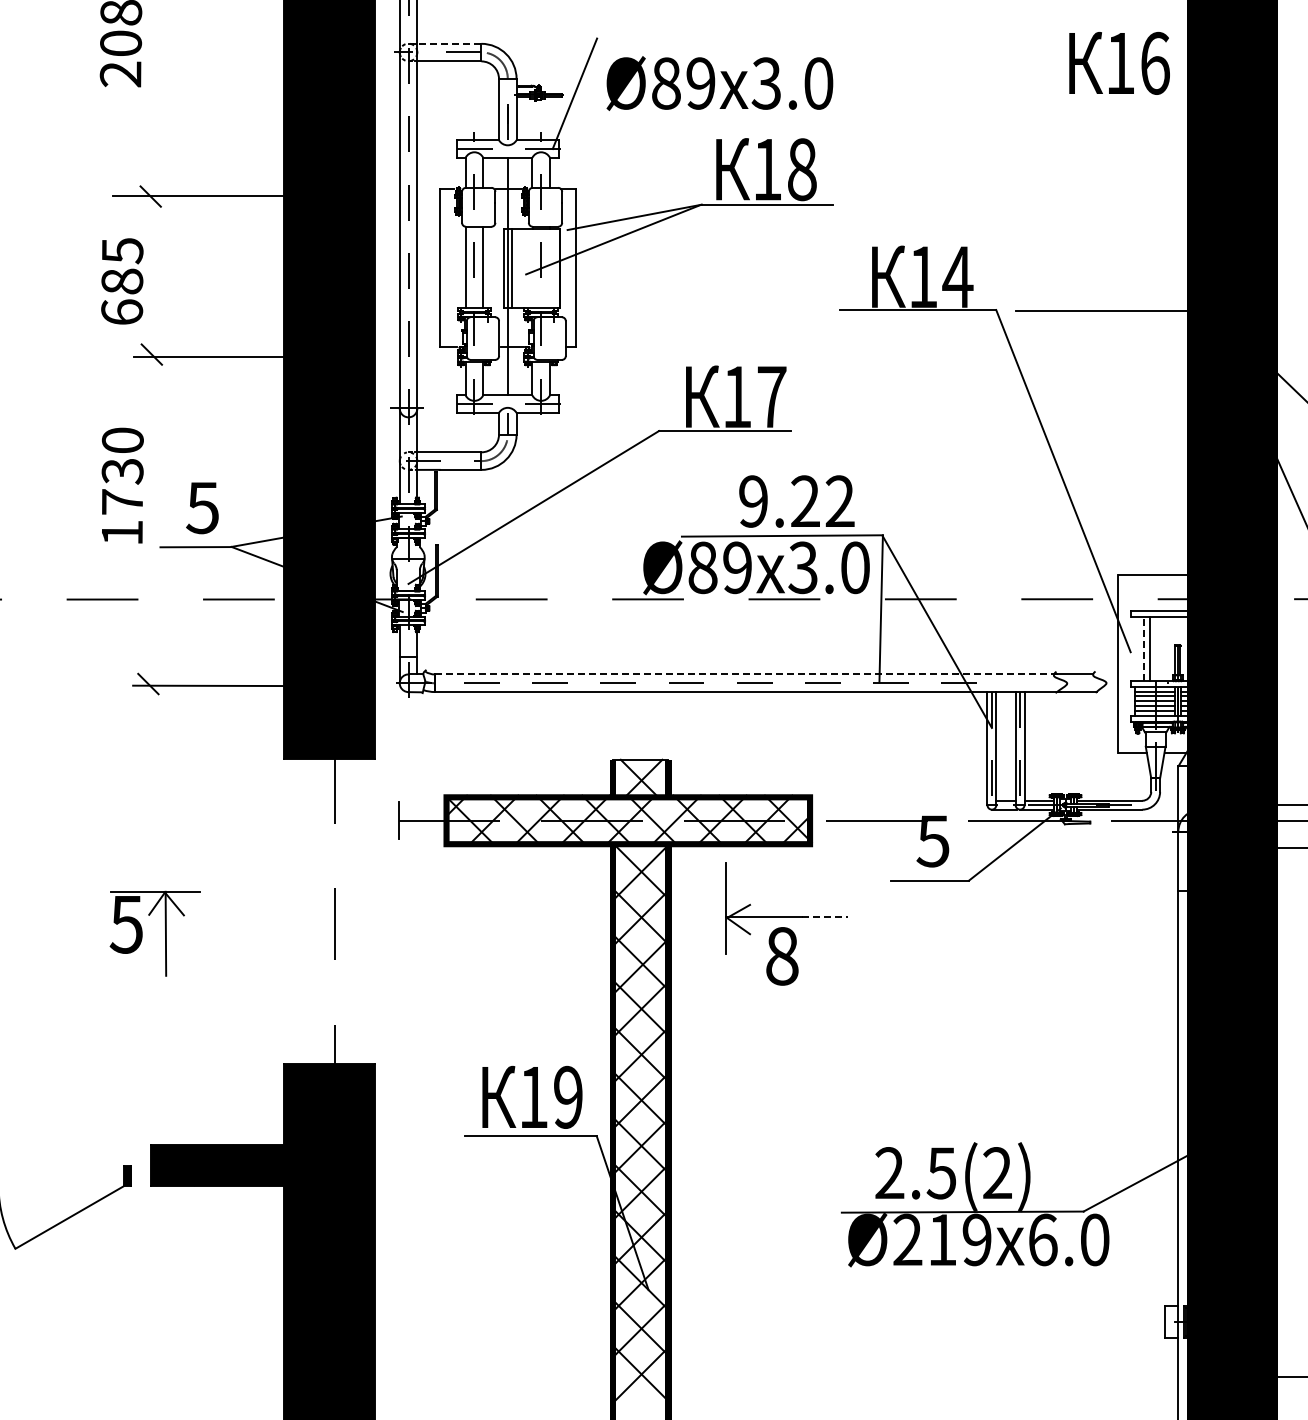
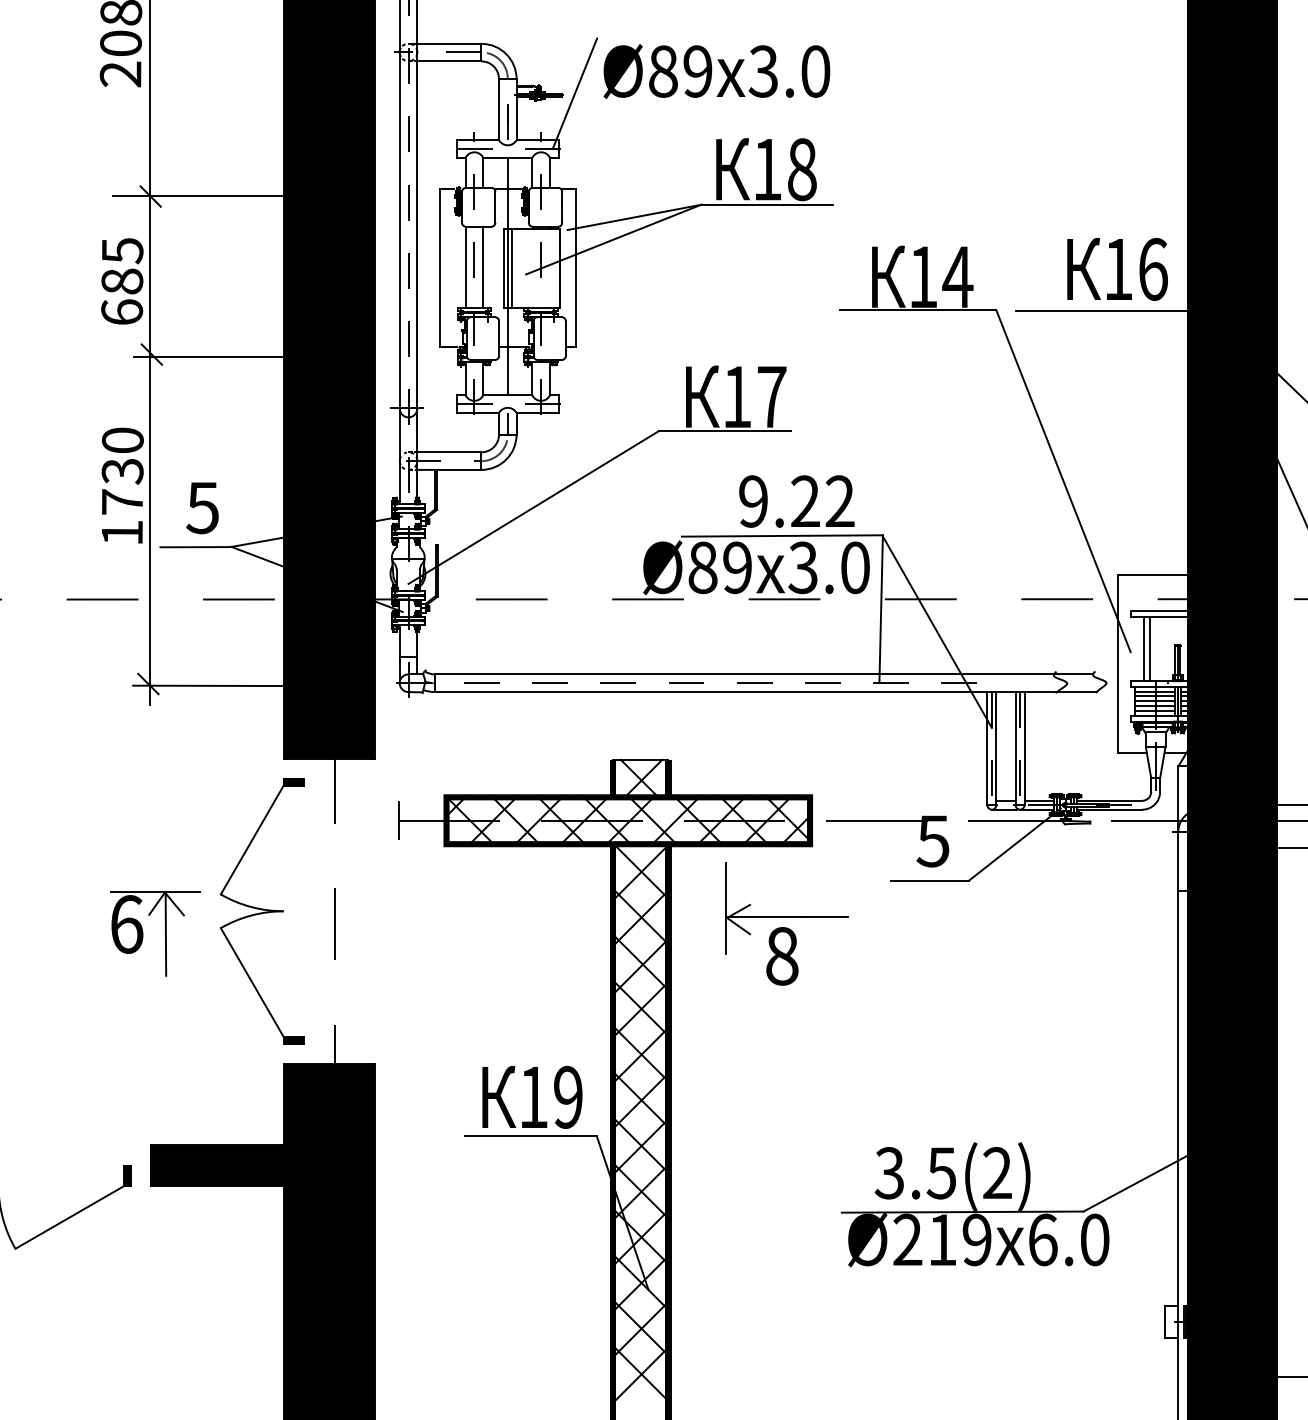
line at (448, 43): dashed -> solid
text at (1119, 63) position: (1119, 63) -> (1117, 269)
text at (719, 83) position: (719, 83) -> (716, 71)
line at (149, 353): none -> present
line at (1144, 648): dashed -> solid
line at (746, 674): dashed -> solid
part at (261, 911): none -> present
line at (825, 917): dashed -> solid
text at (126, 924): 5 -> 6
text at (889, 1173): 2.5(2) -> 3.5(2)
